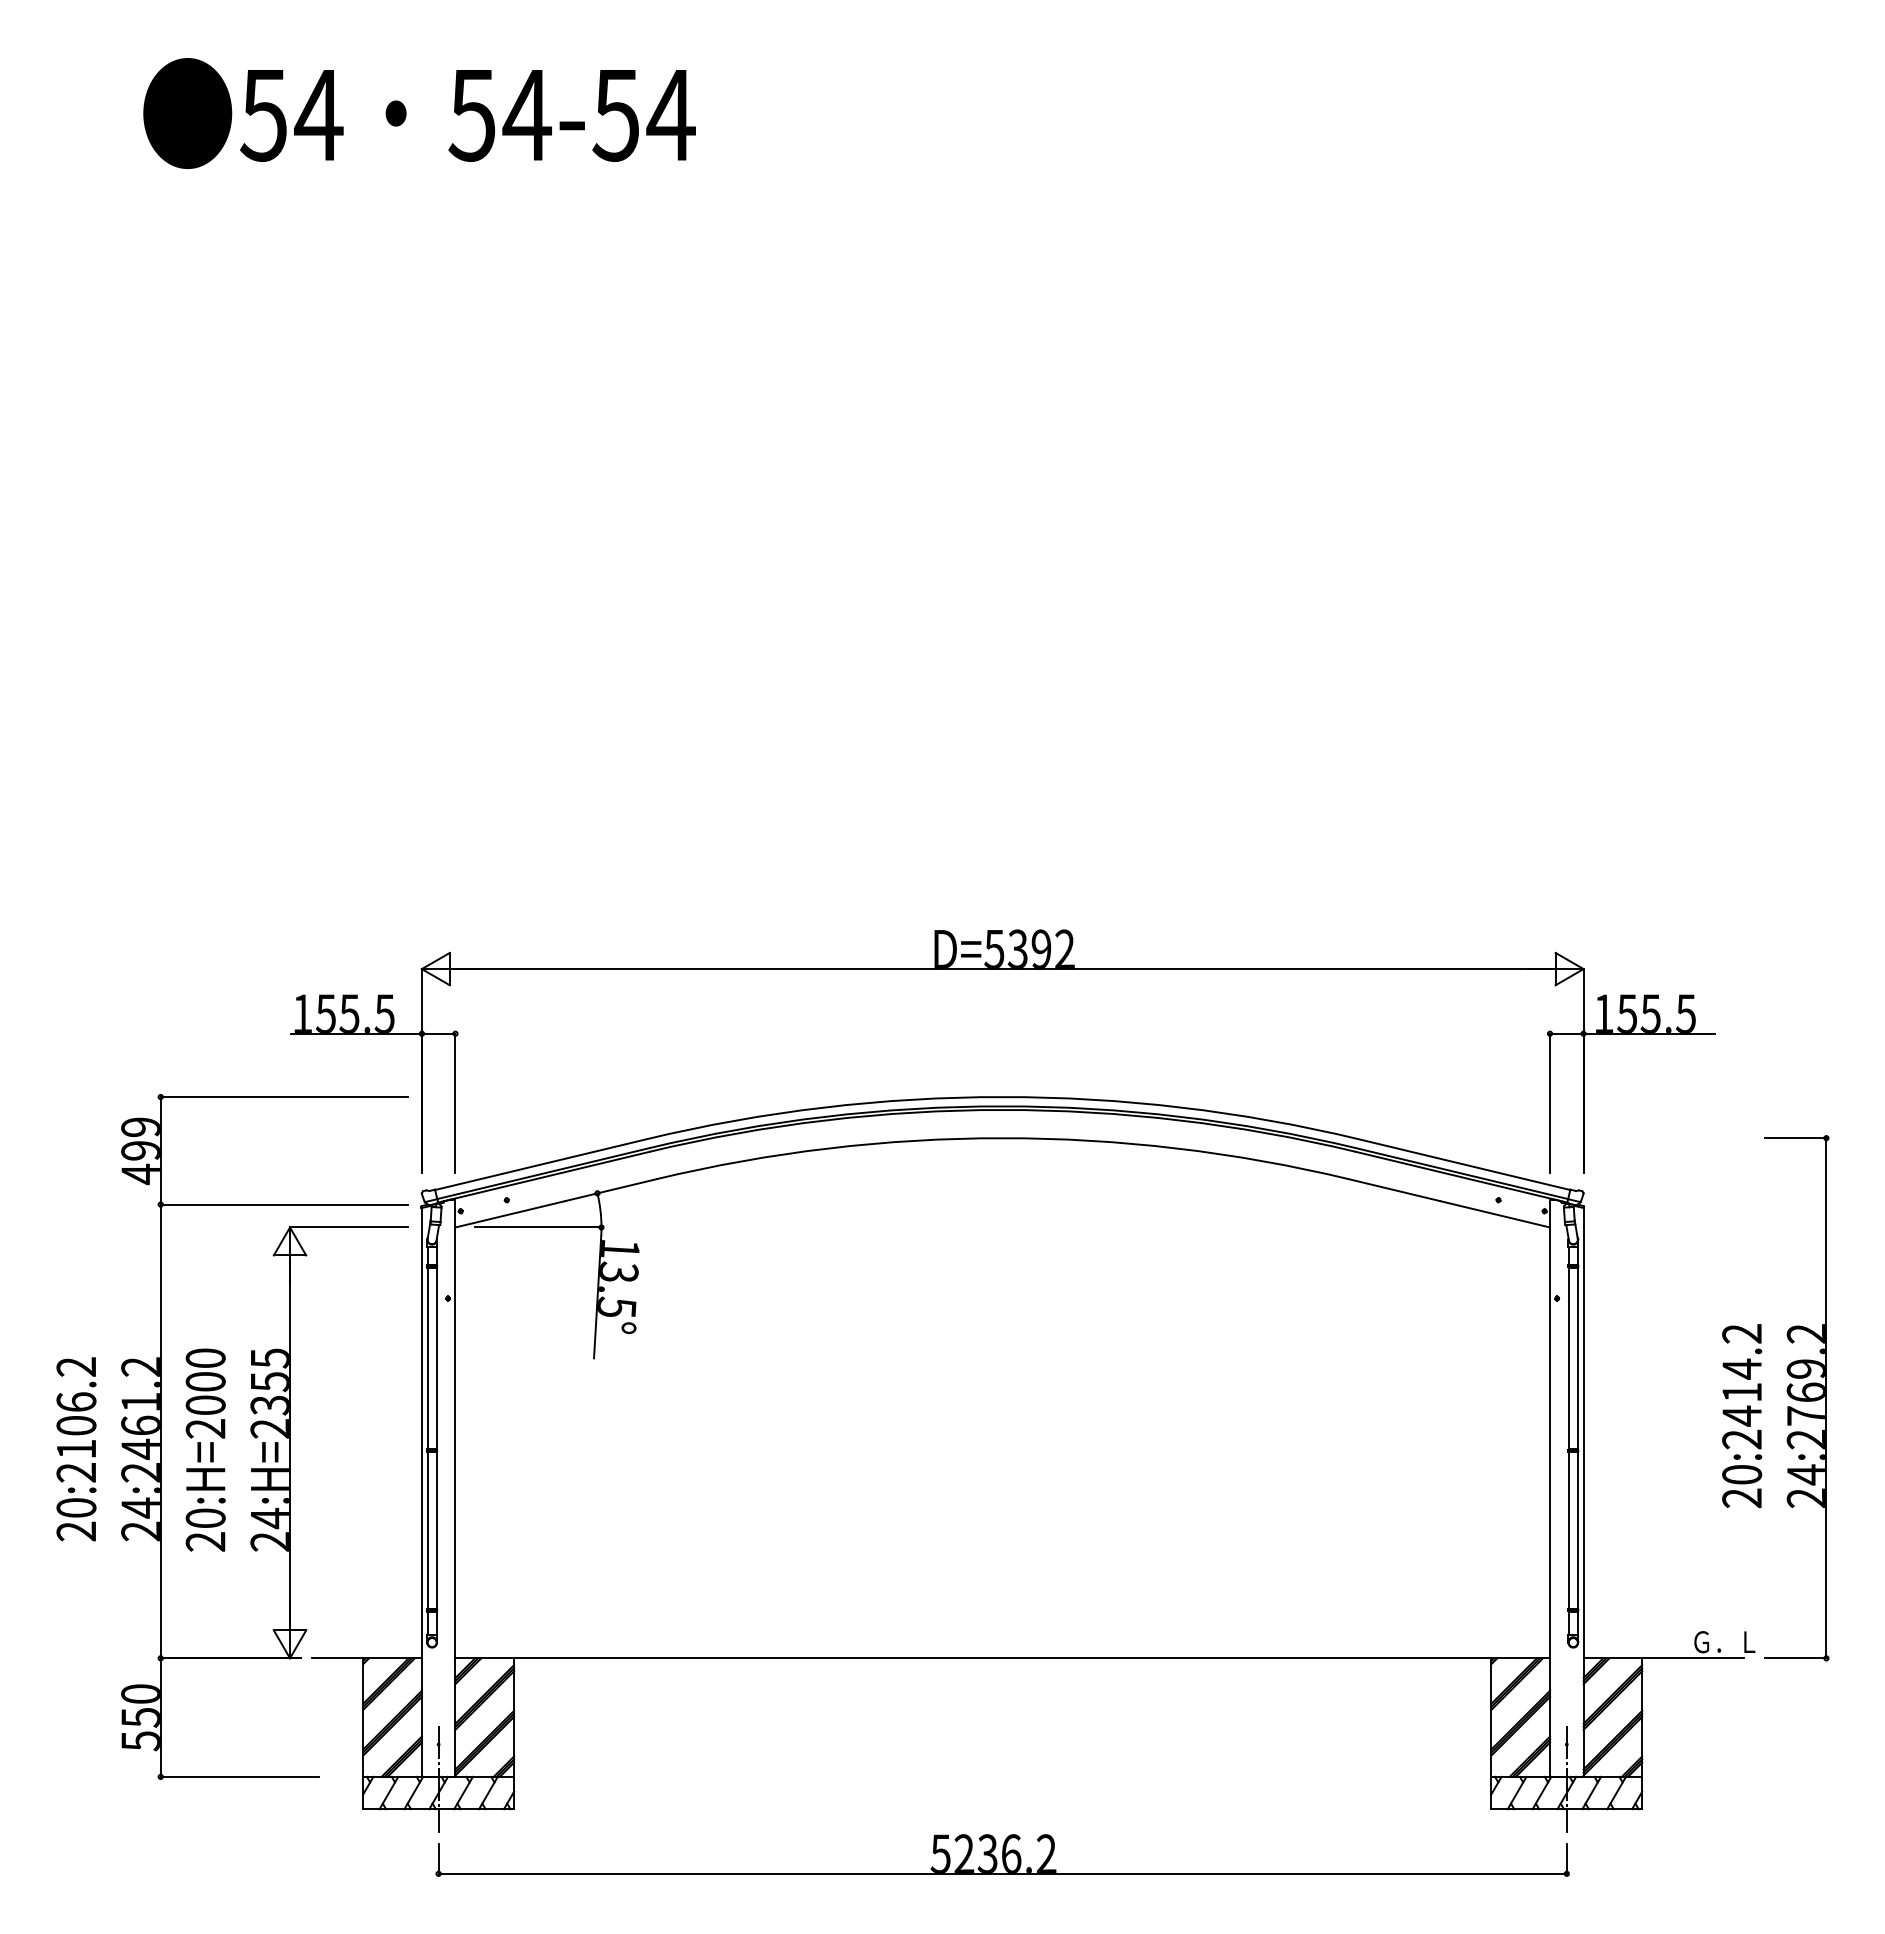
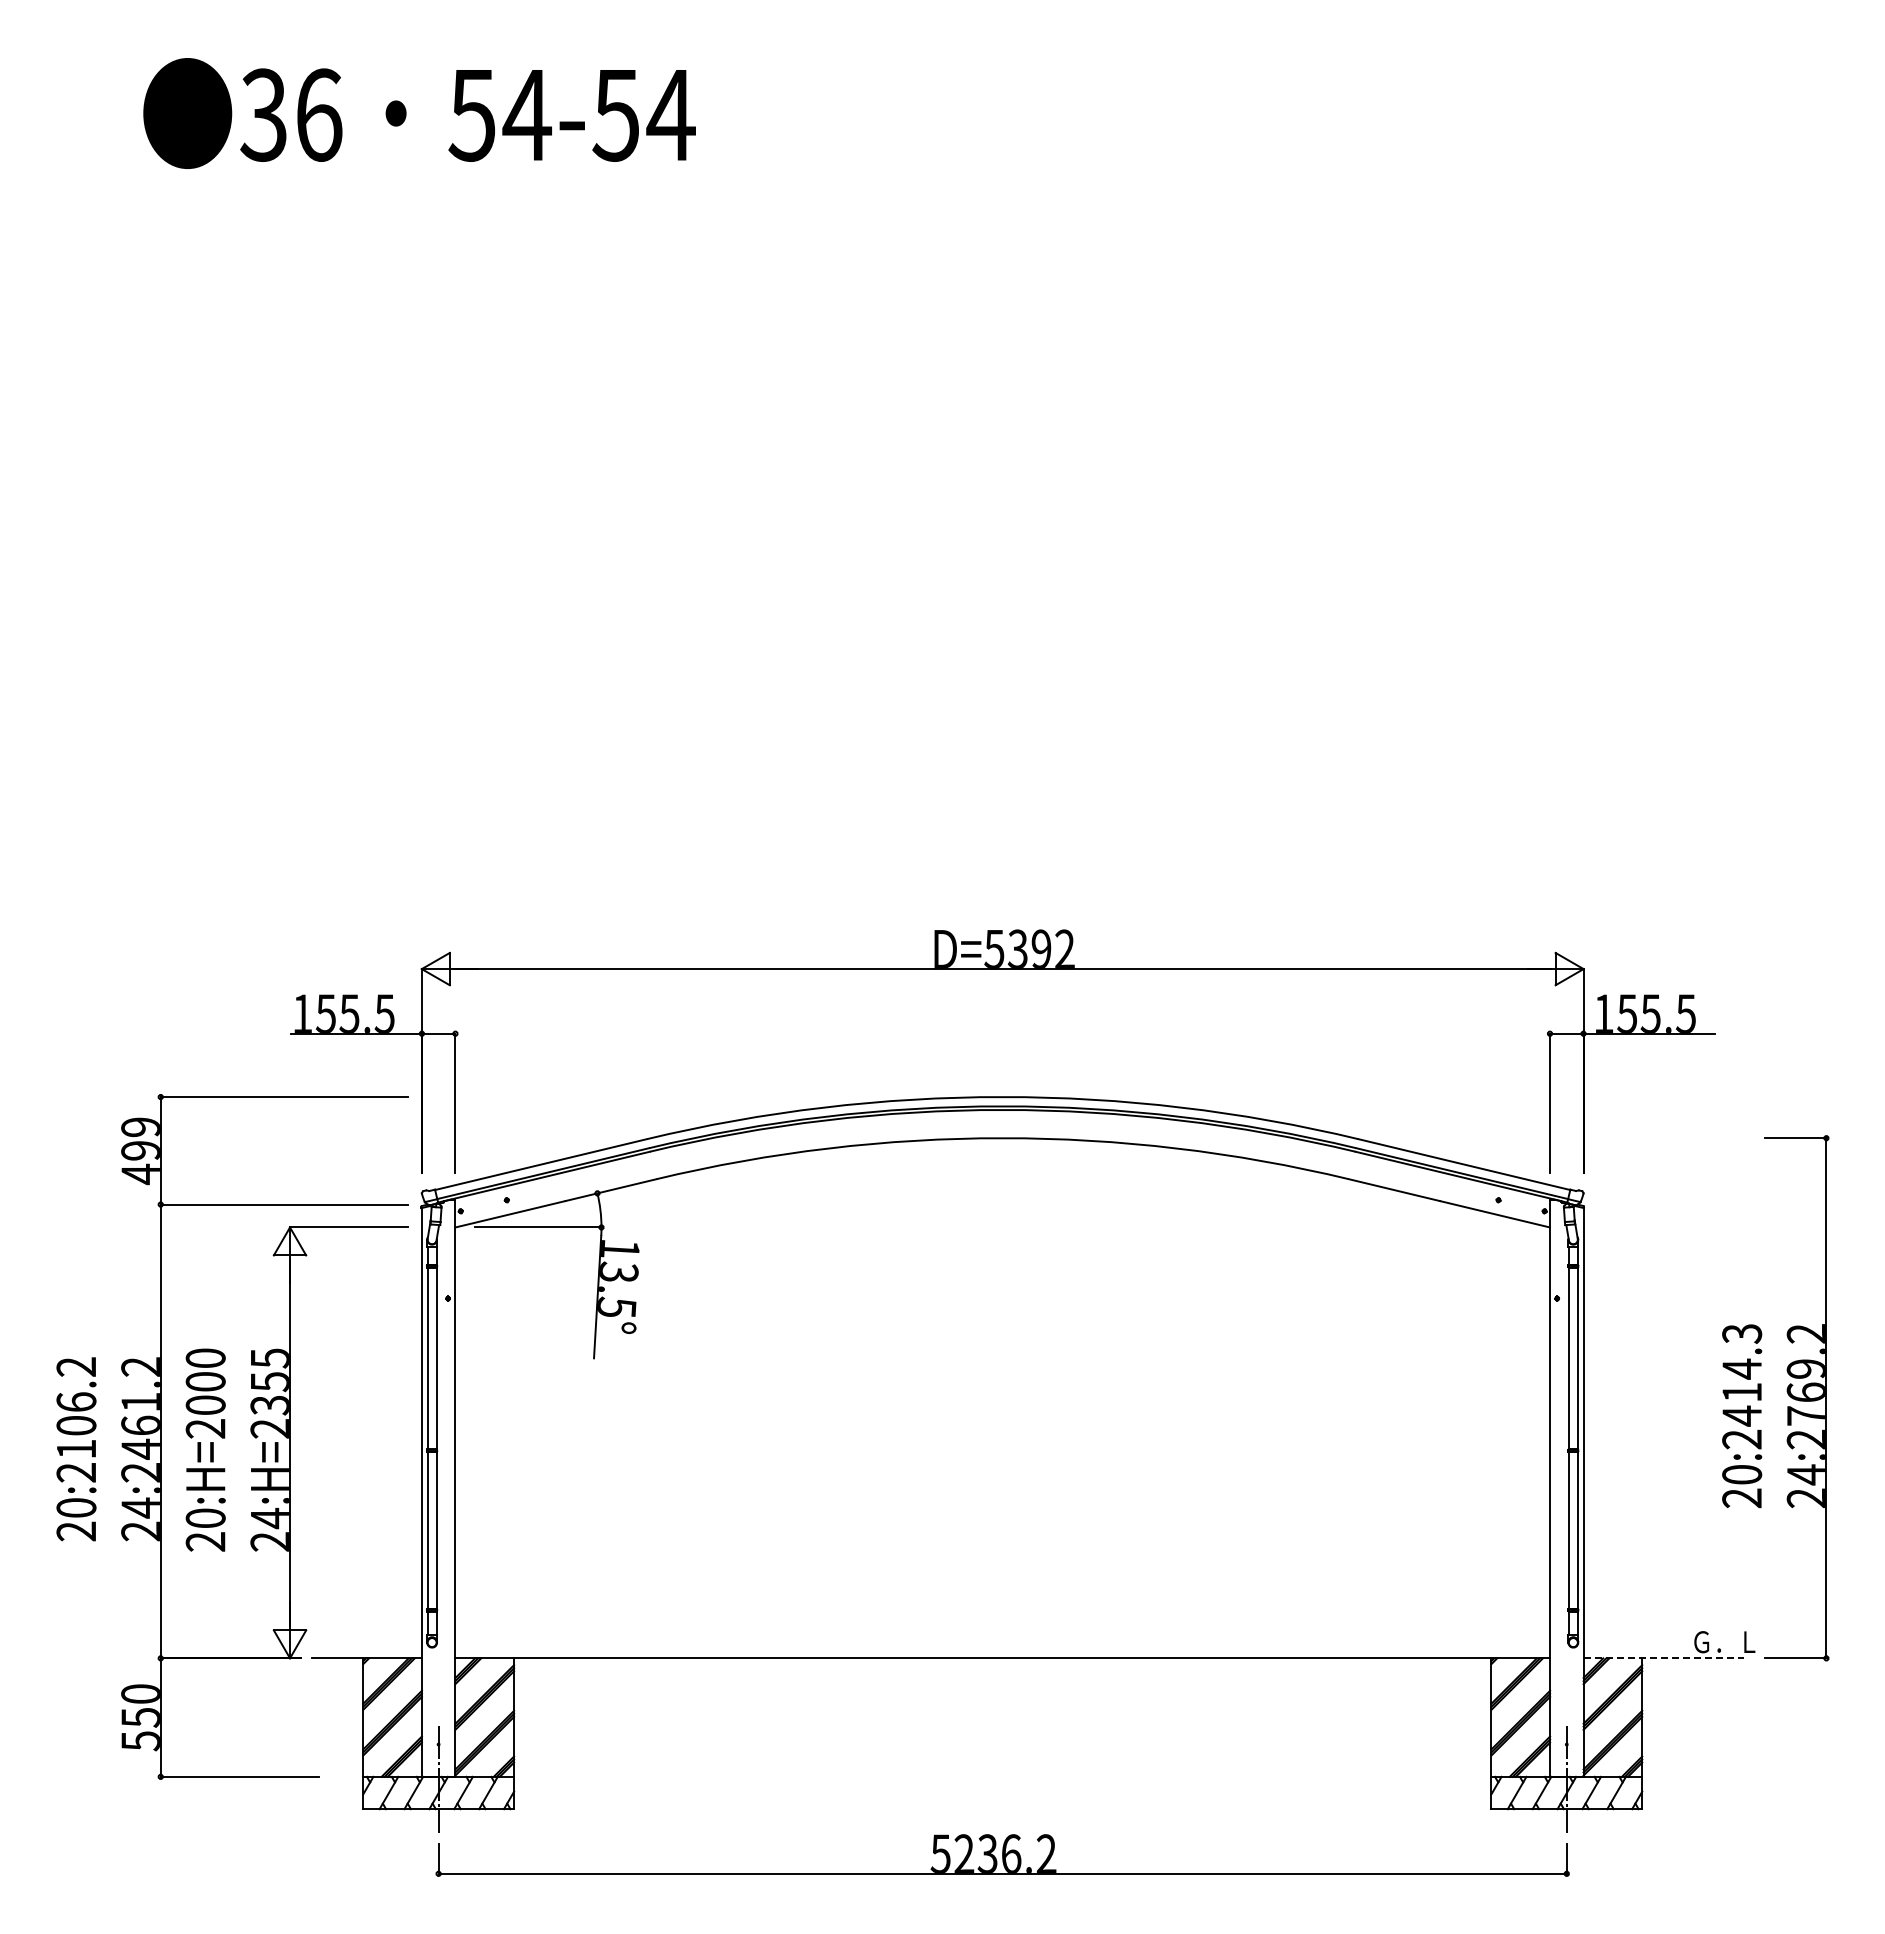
text at (291, 114): 54 -> 36
text at (1742, 1333): 20:2414.2 -> 20:2414.3
line at (1663, 1658): solid -> dashed
